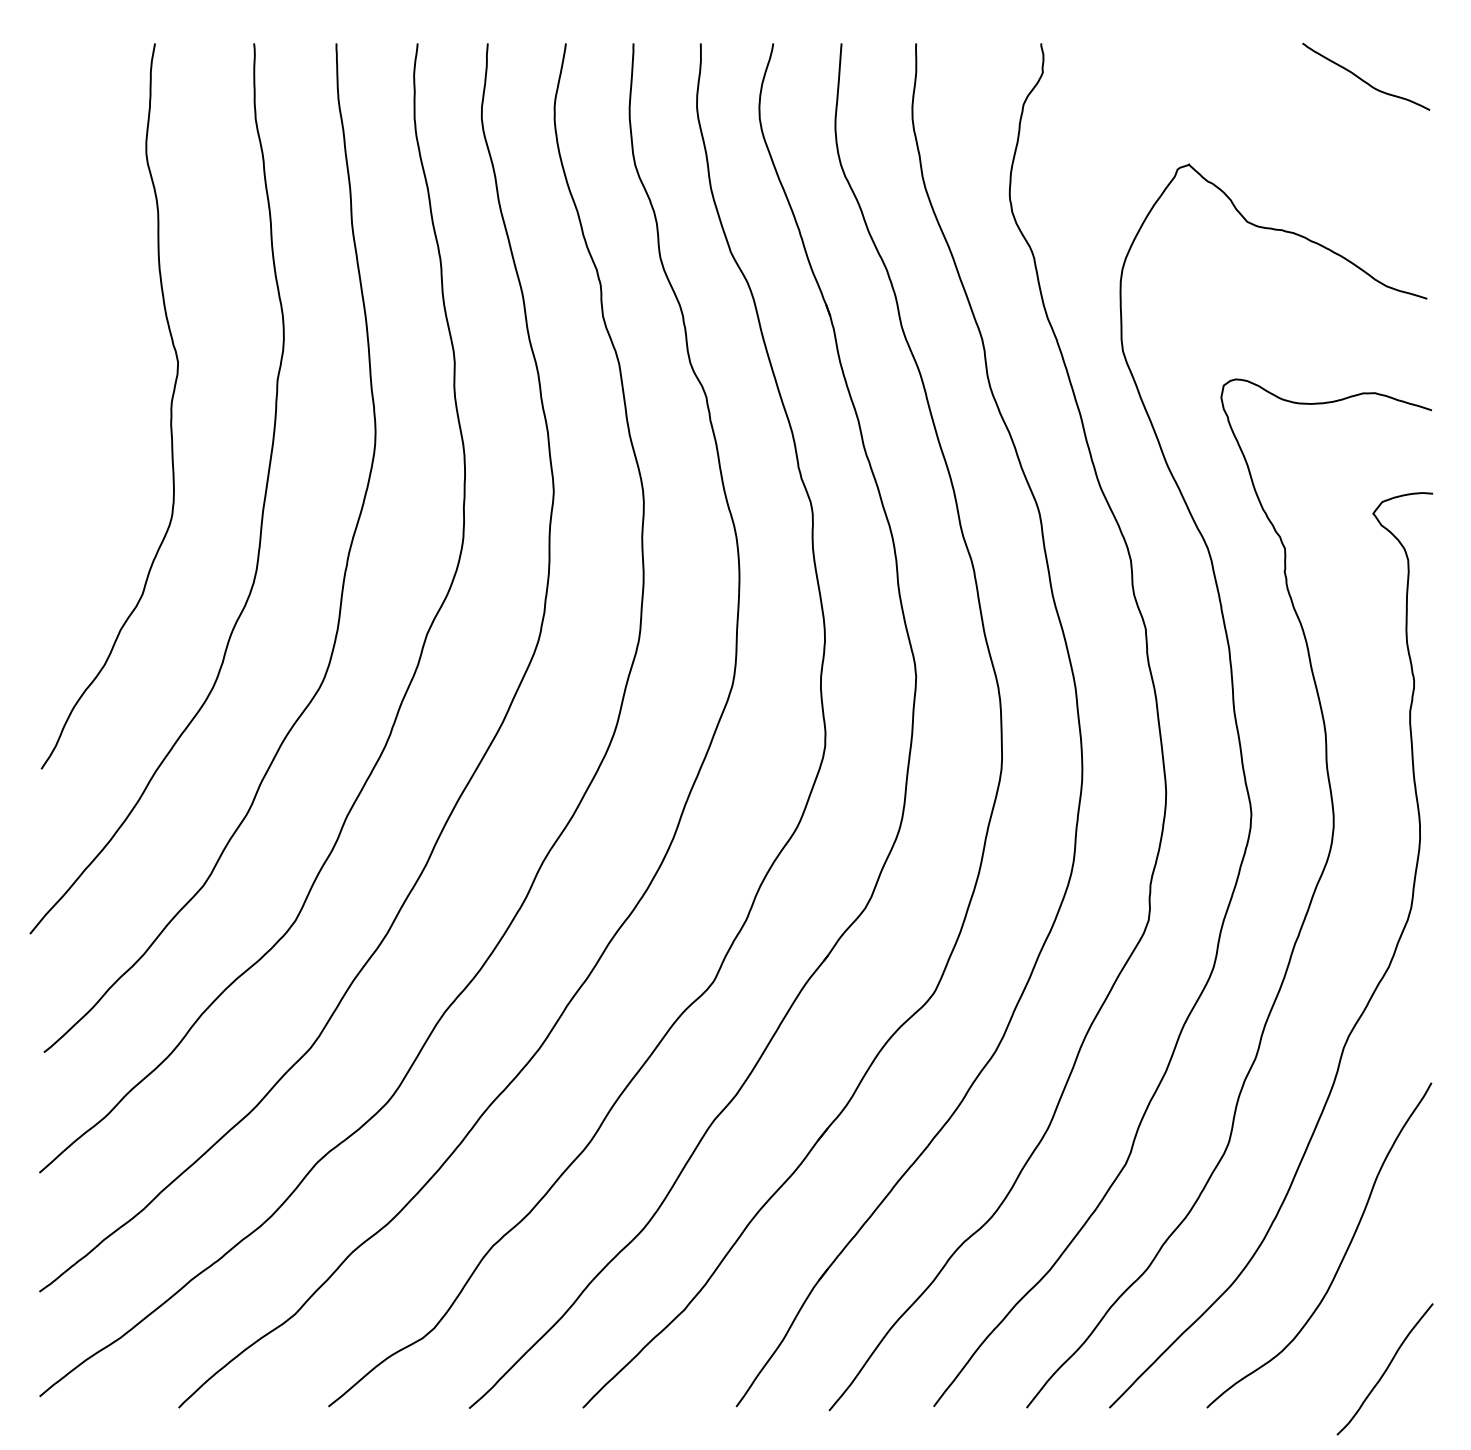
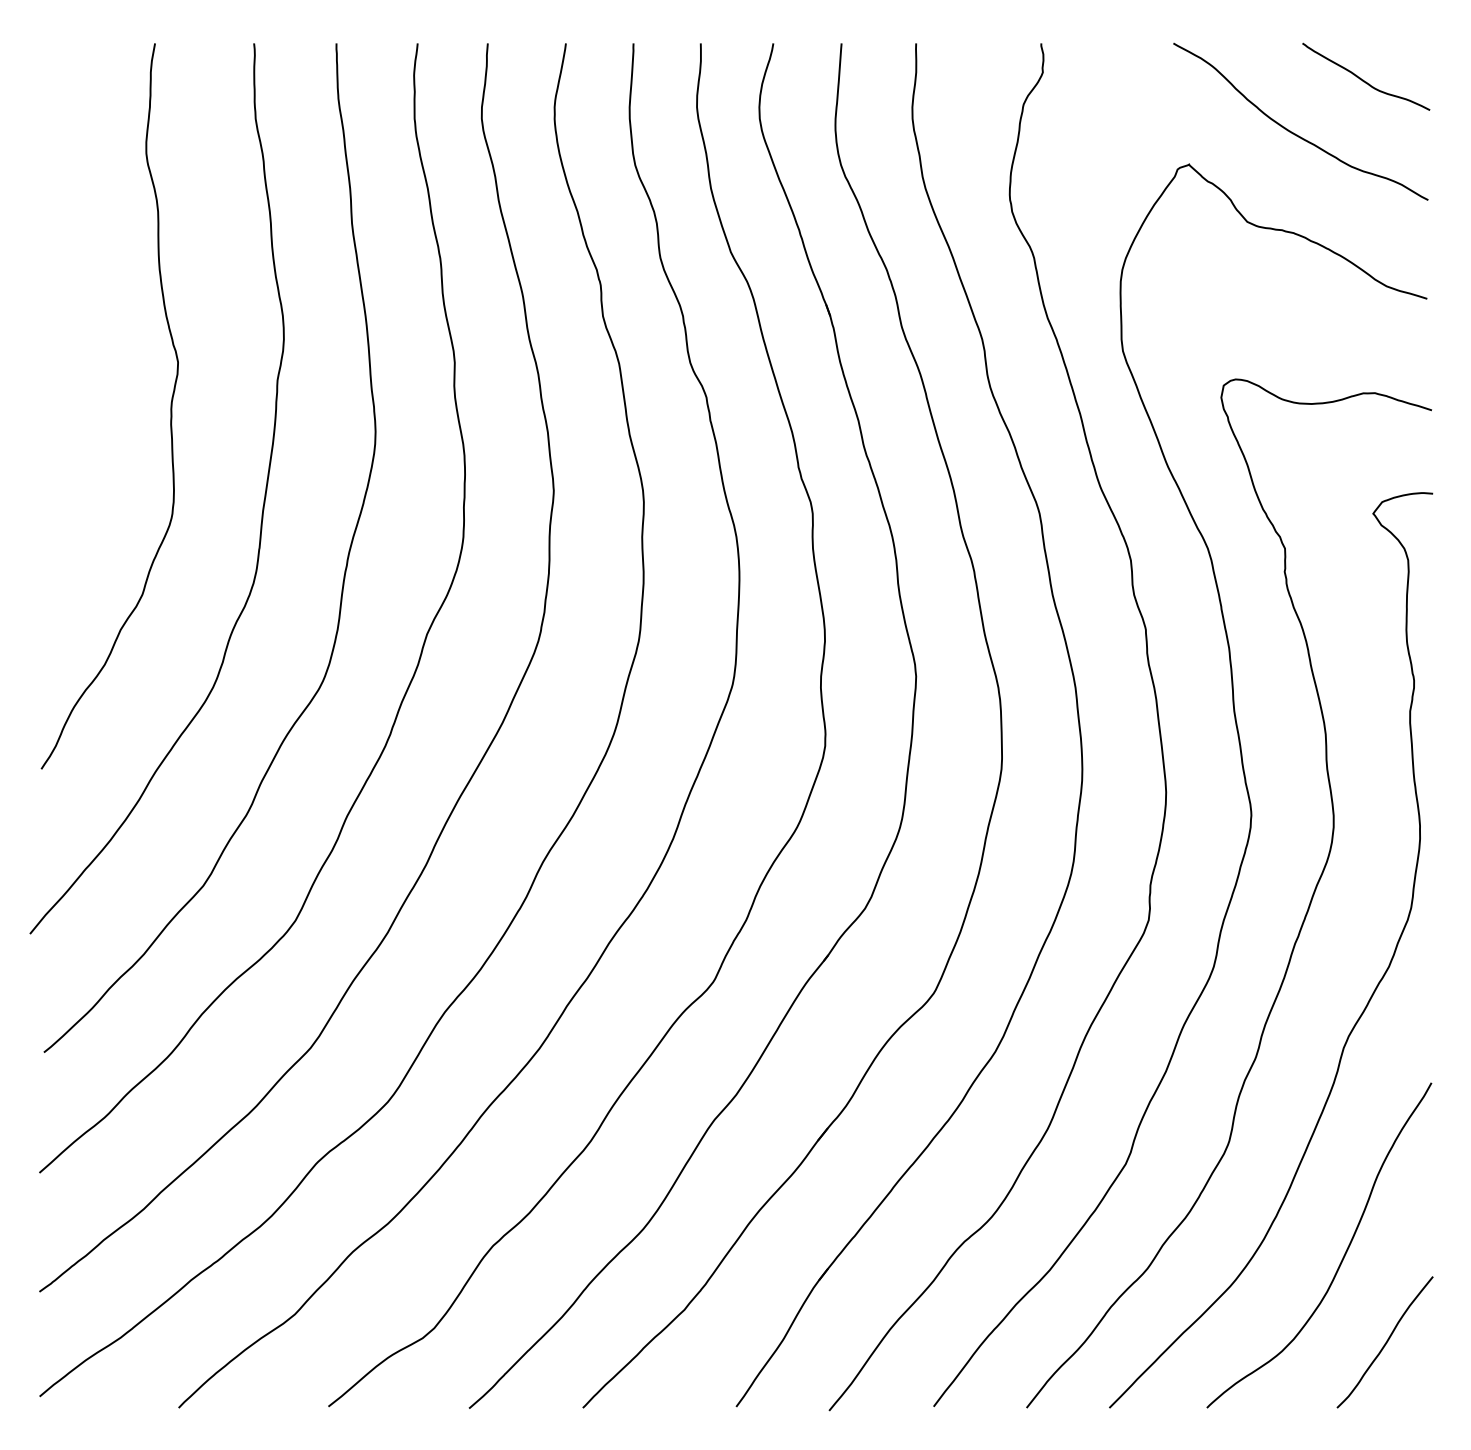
curve at (1295, 133): none -> present
curve at (1385, 1369) position: (1385, 1369) -> (1385, 1342)
